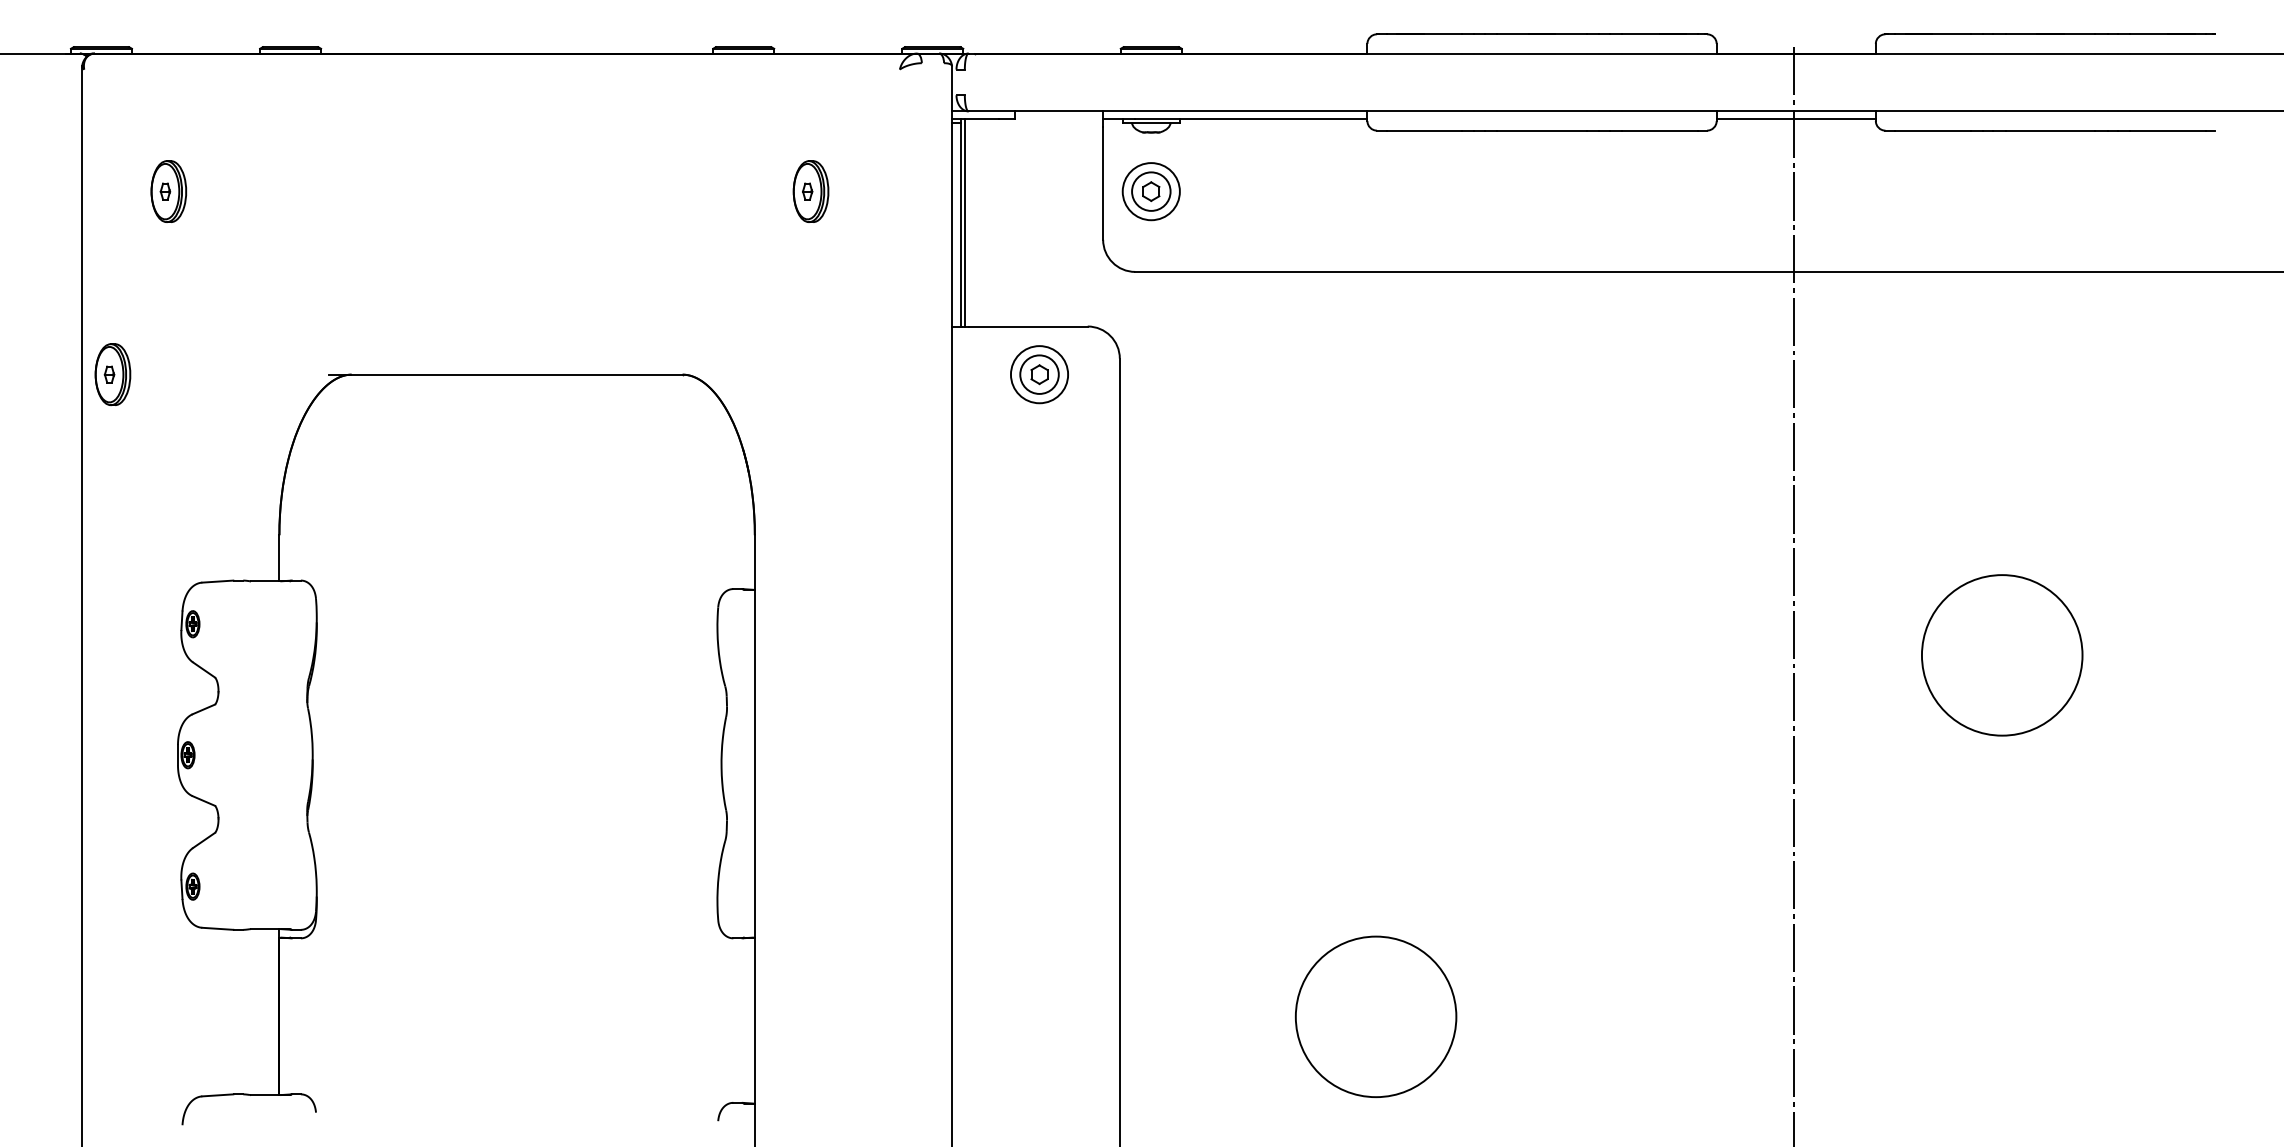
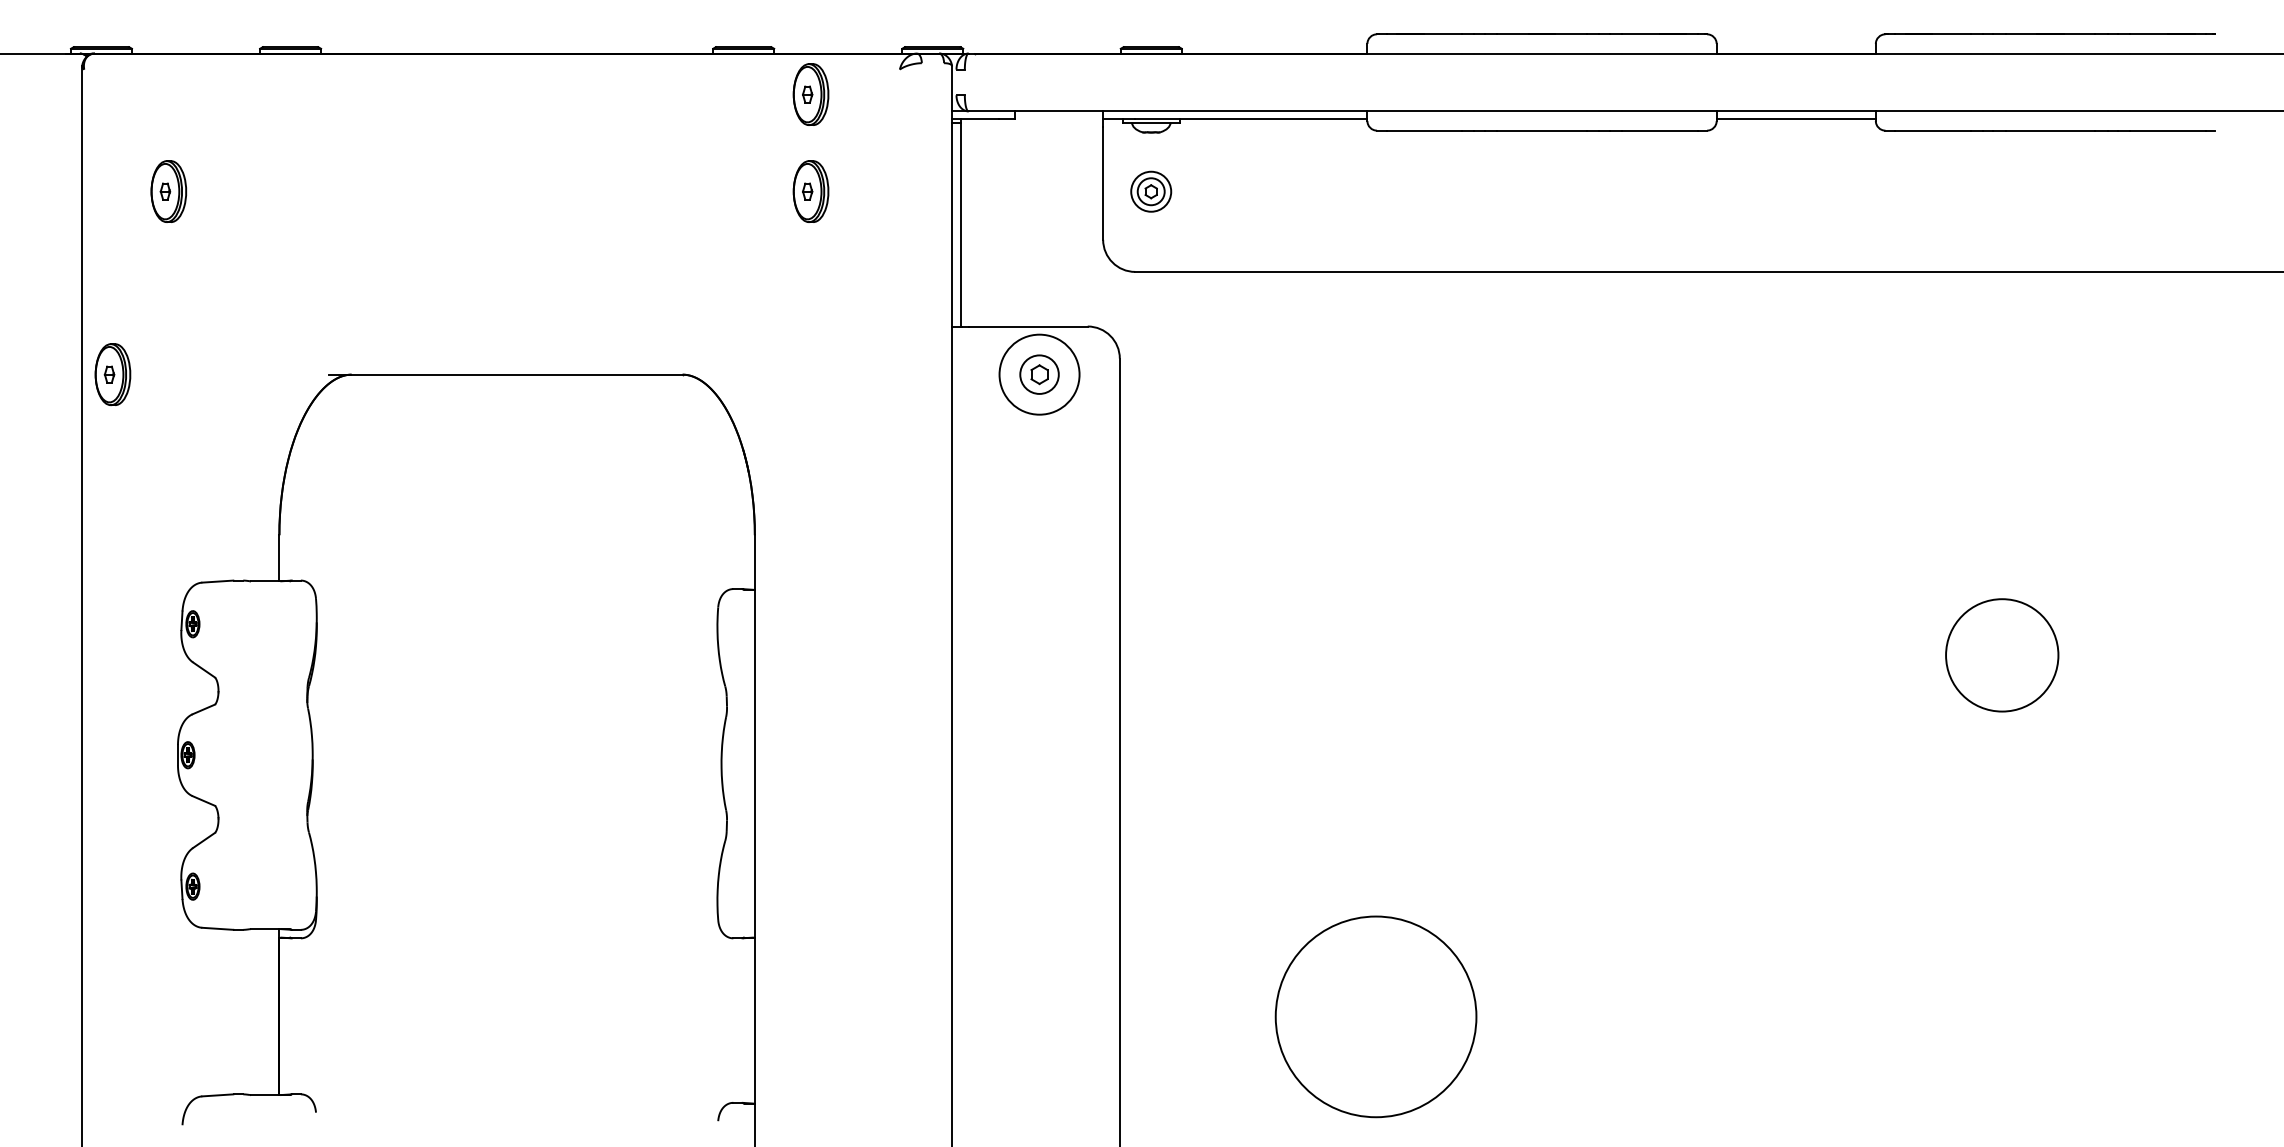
part at (810, 94): none -> present
part at (1150, 191) size: 60x60 px -> 43x43 px
line at (965, 222): present -> none
circle at (1039, 374) diameter: 57 px -> 80 px
line at (1793, 595): present -> none
circle at (2001, 655) diameter: 161 px -> 112 px
circle at (1375, 1016) diameter: 161 px -> 201 px
